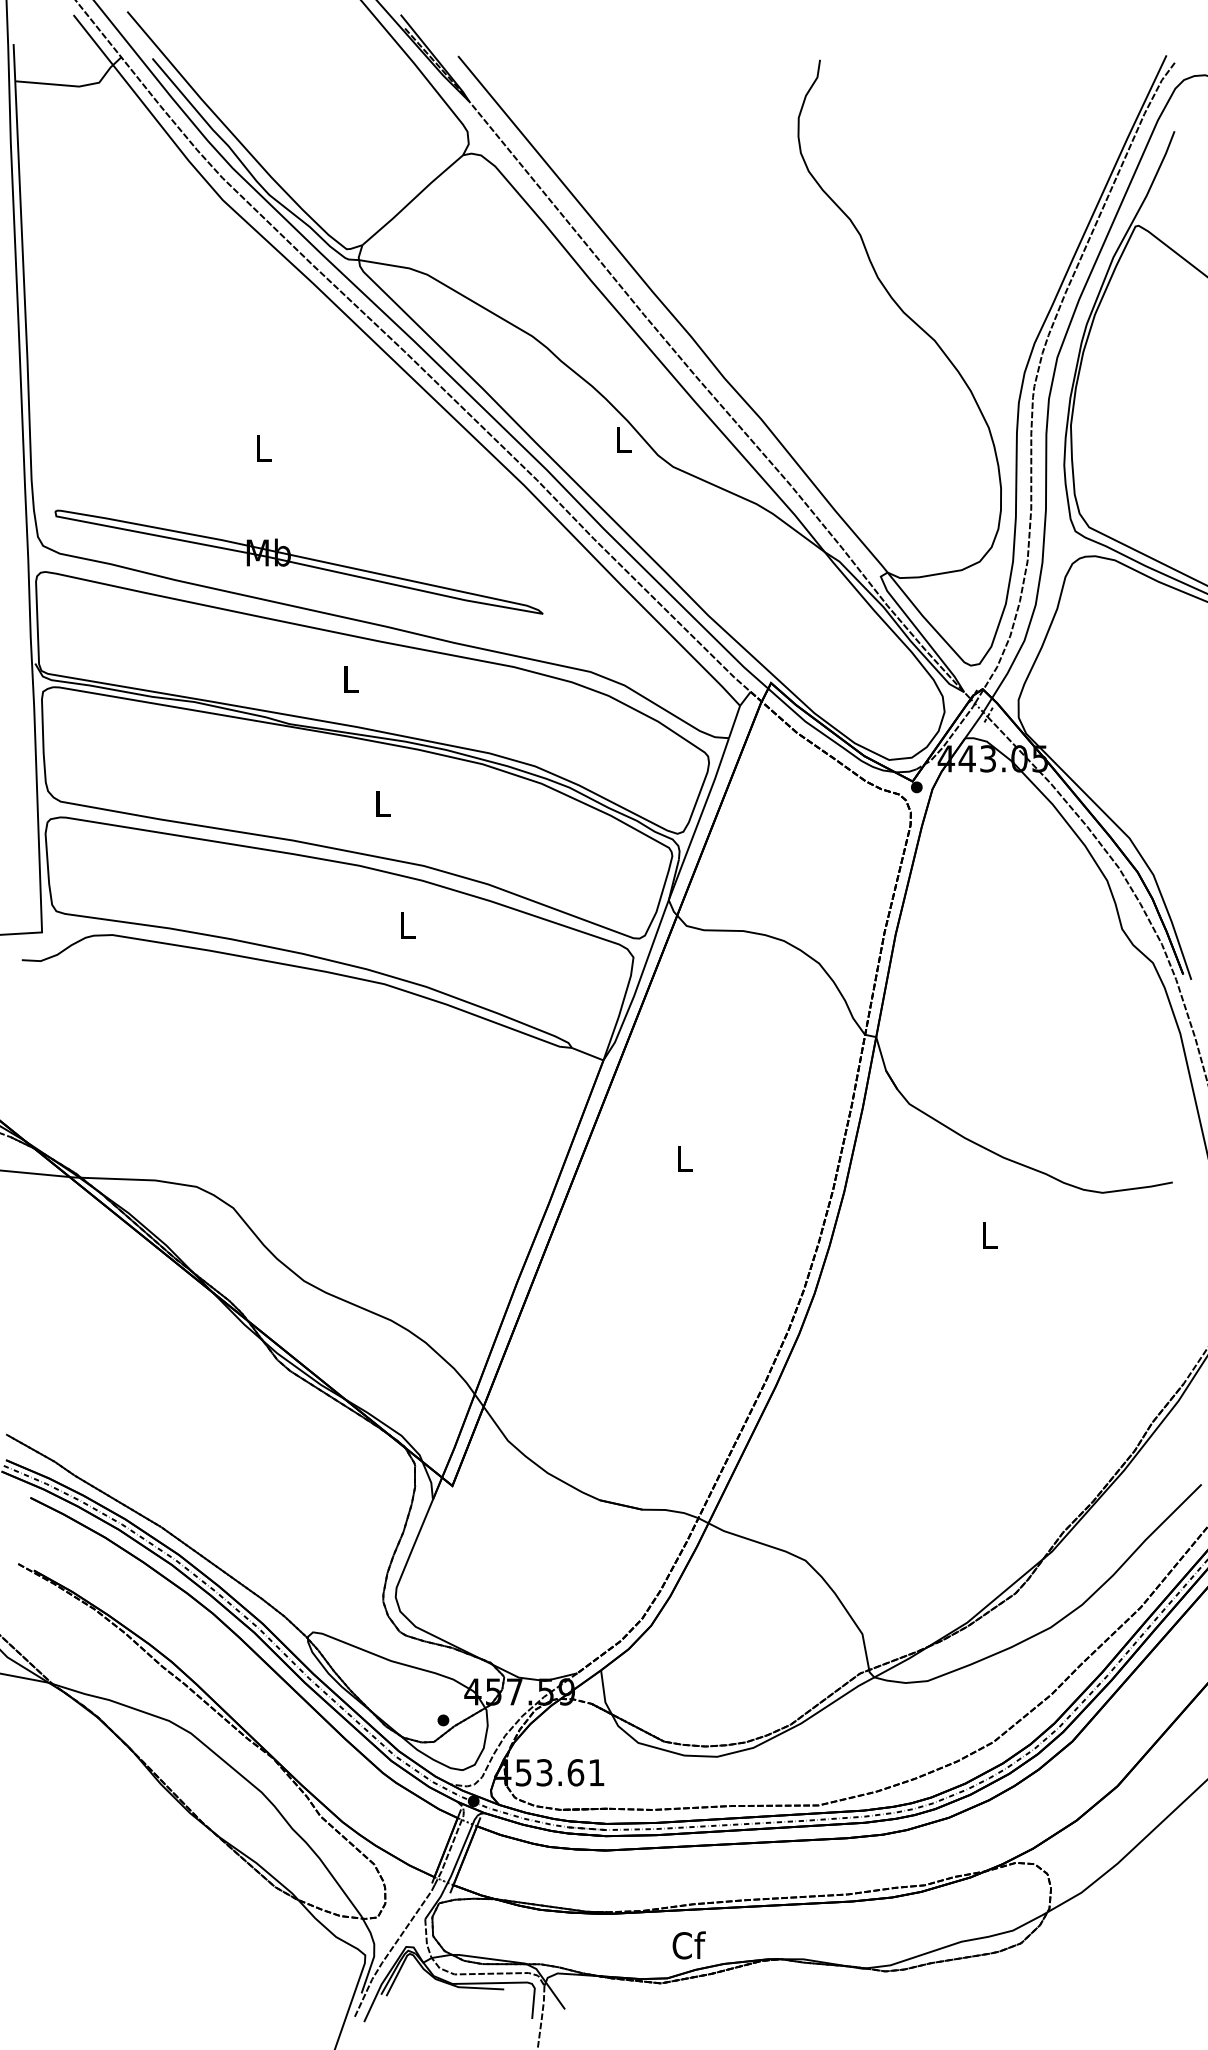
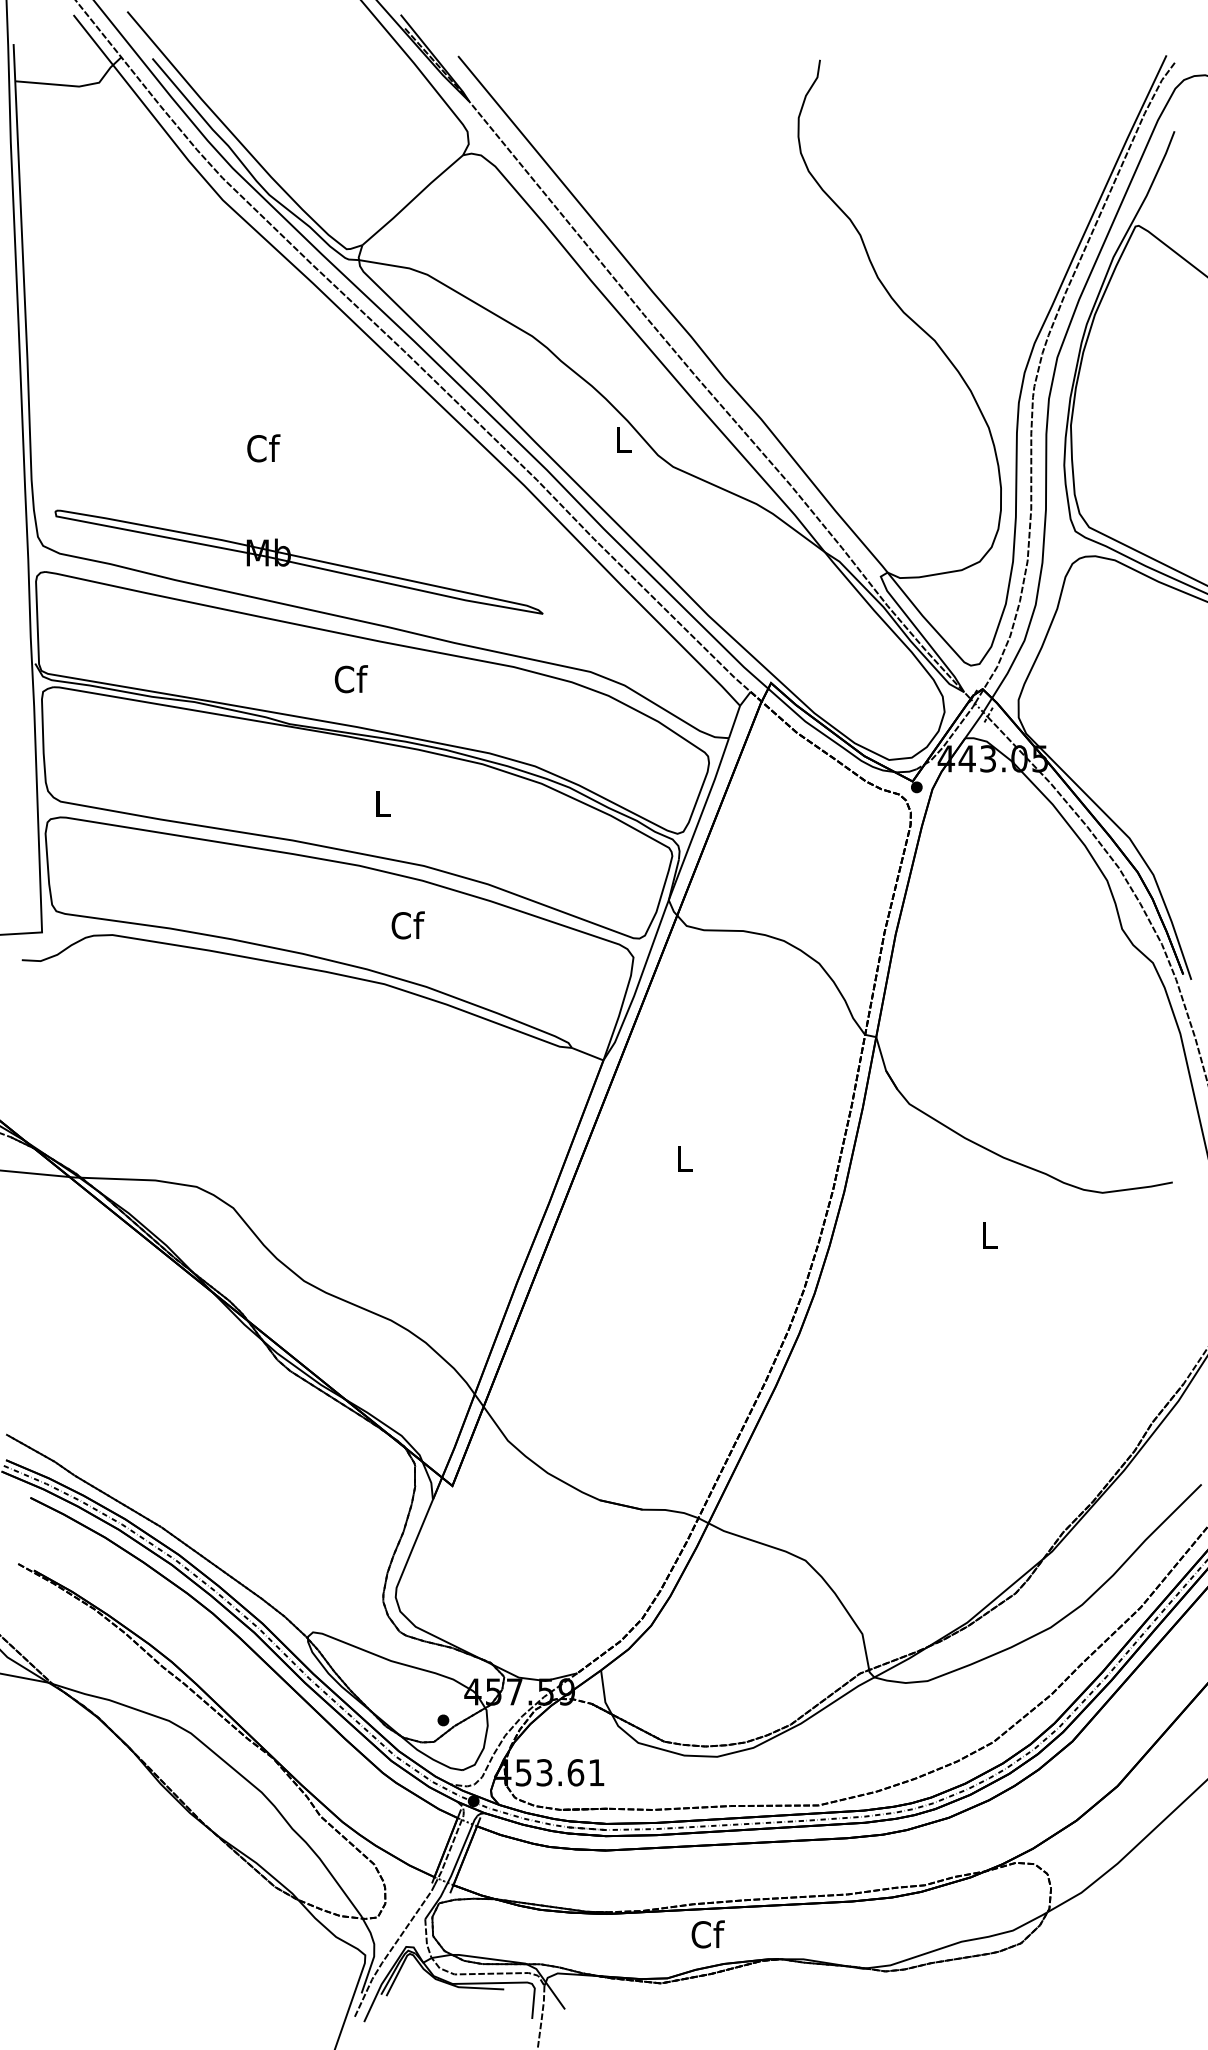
text at (263, 448): L -> Cf
text at (350, 679): L -> Cf
text at (407, 925): L -> Cf
text at (688, 1945) position: (688, 1945) -> (707, 1934)
